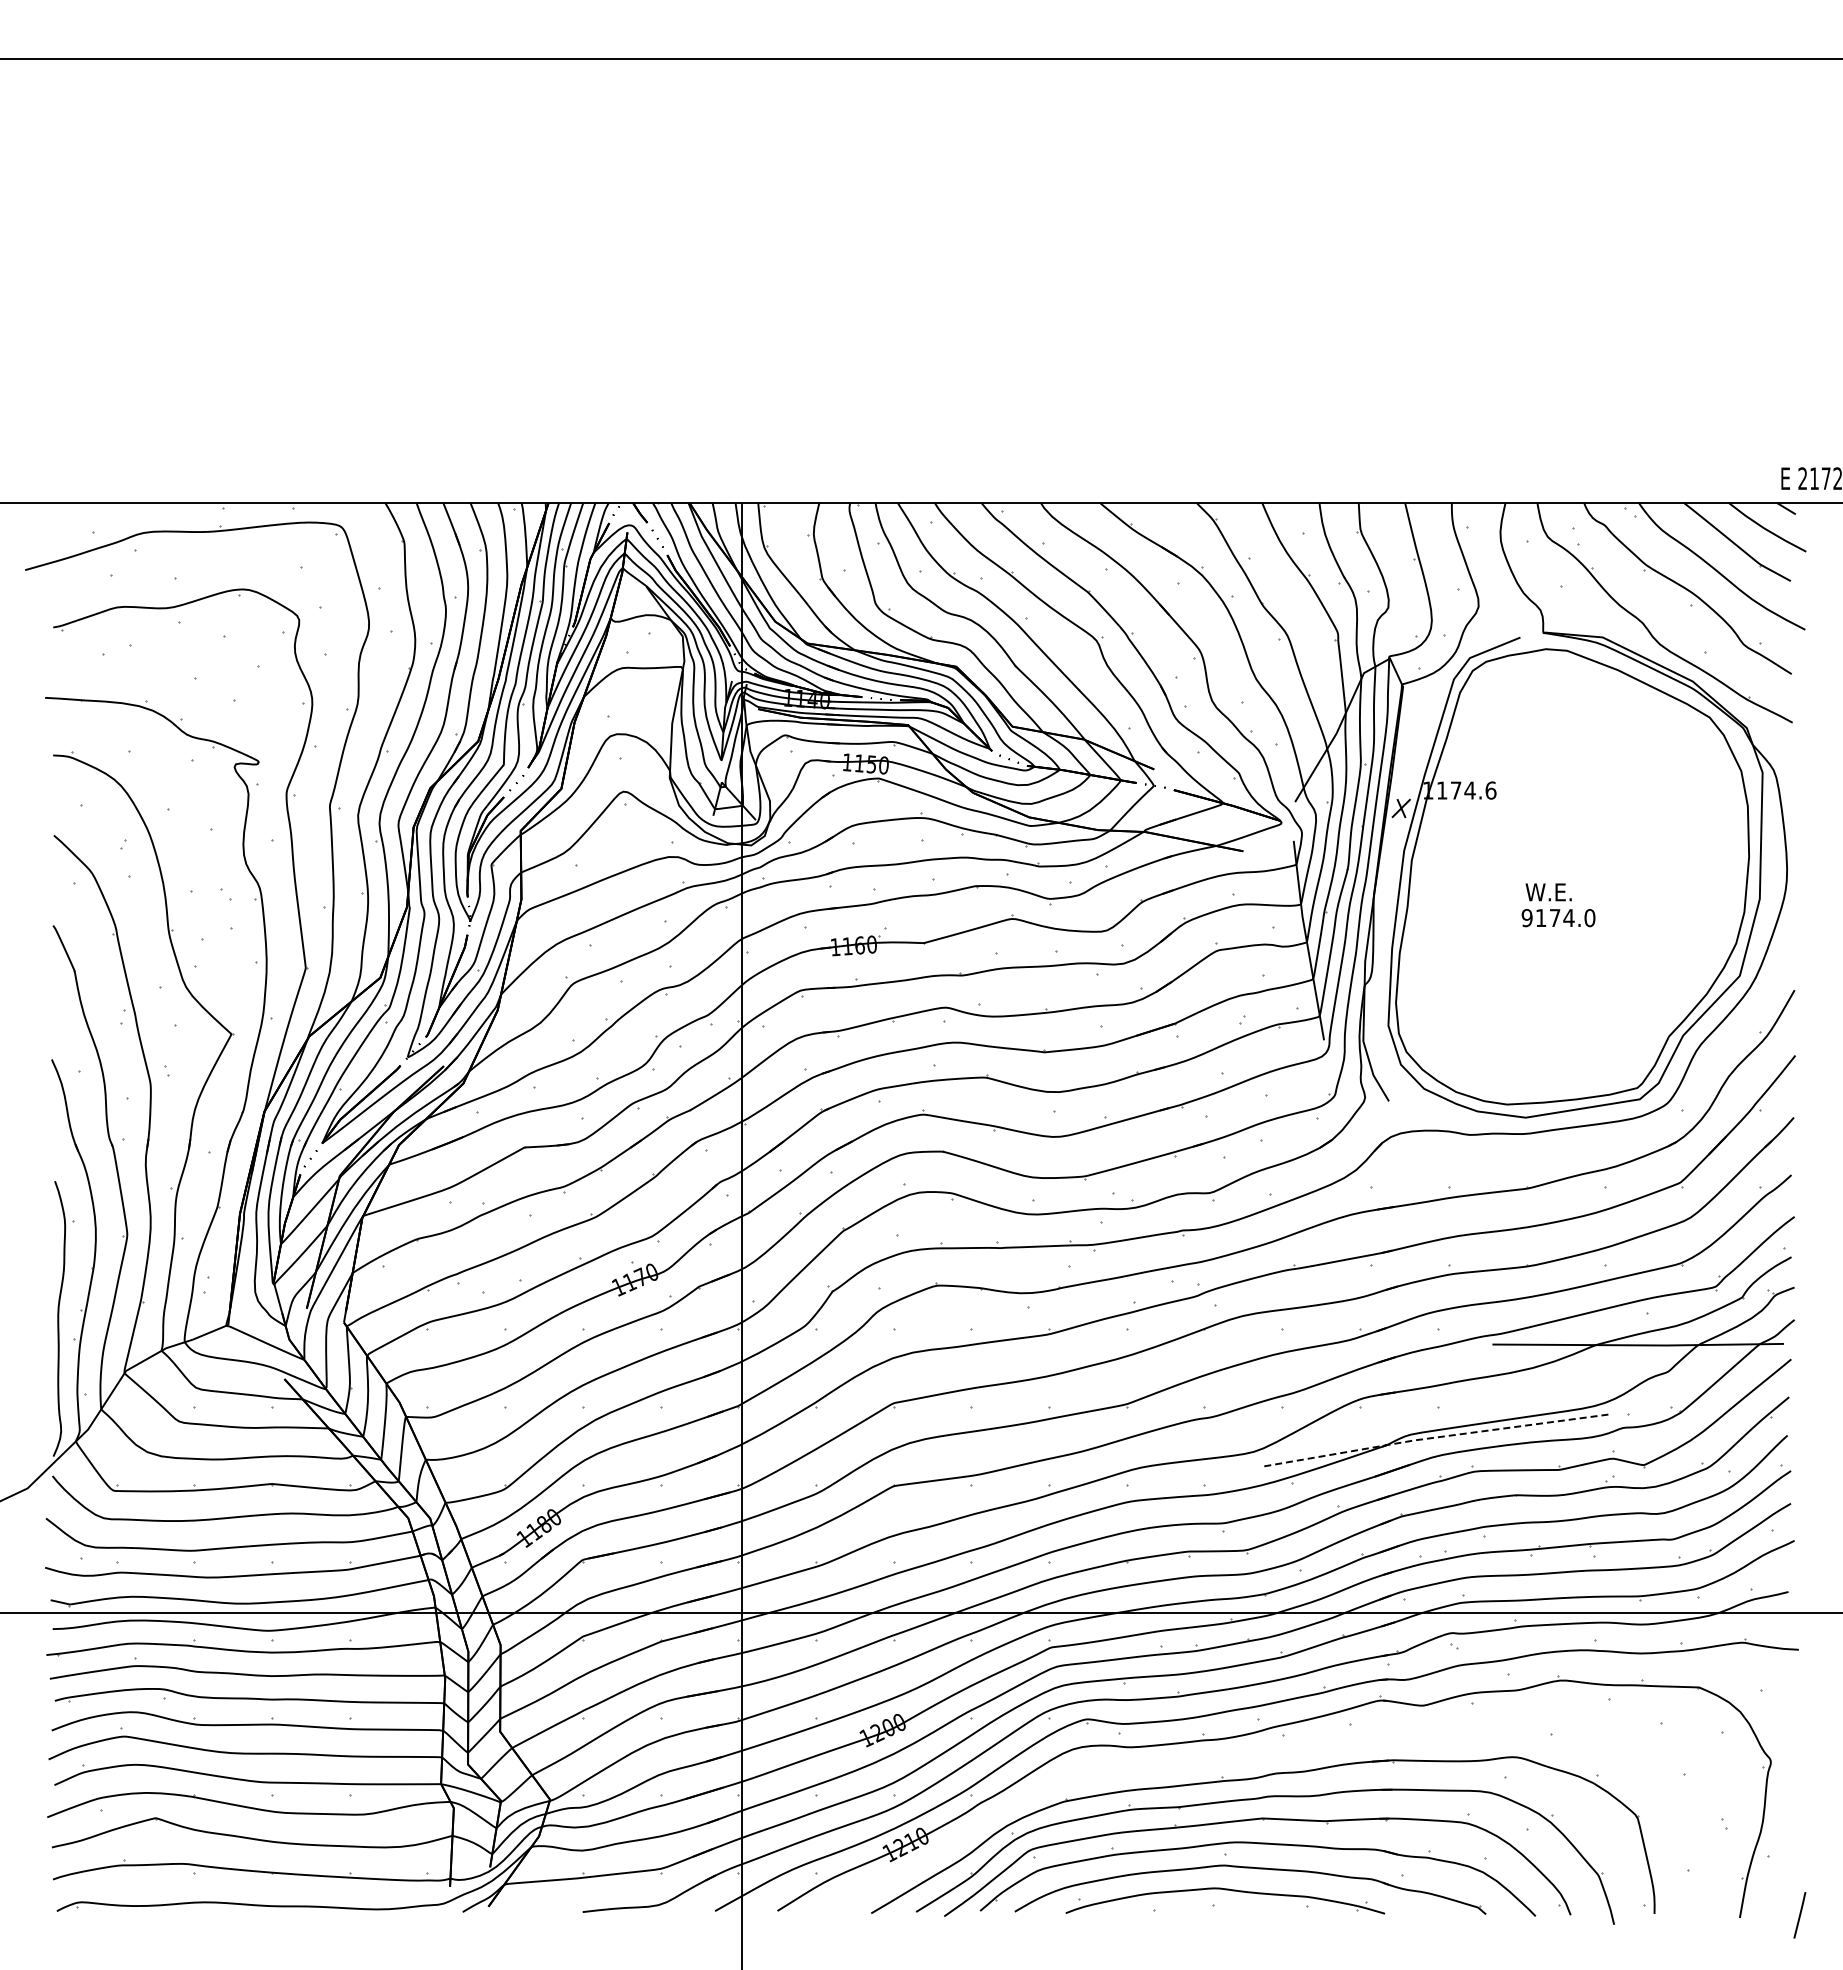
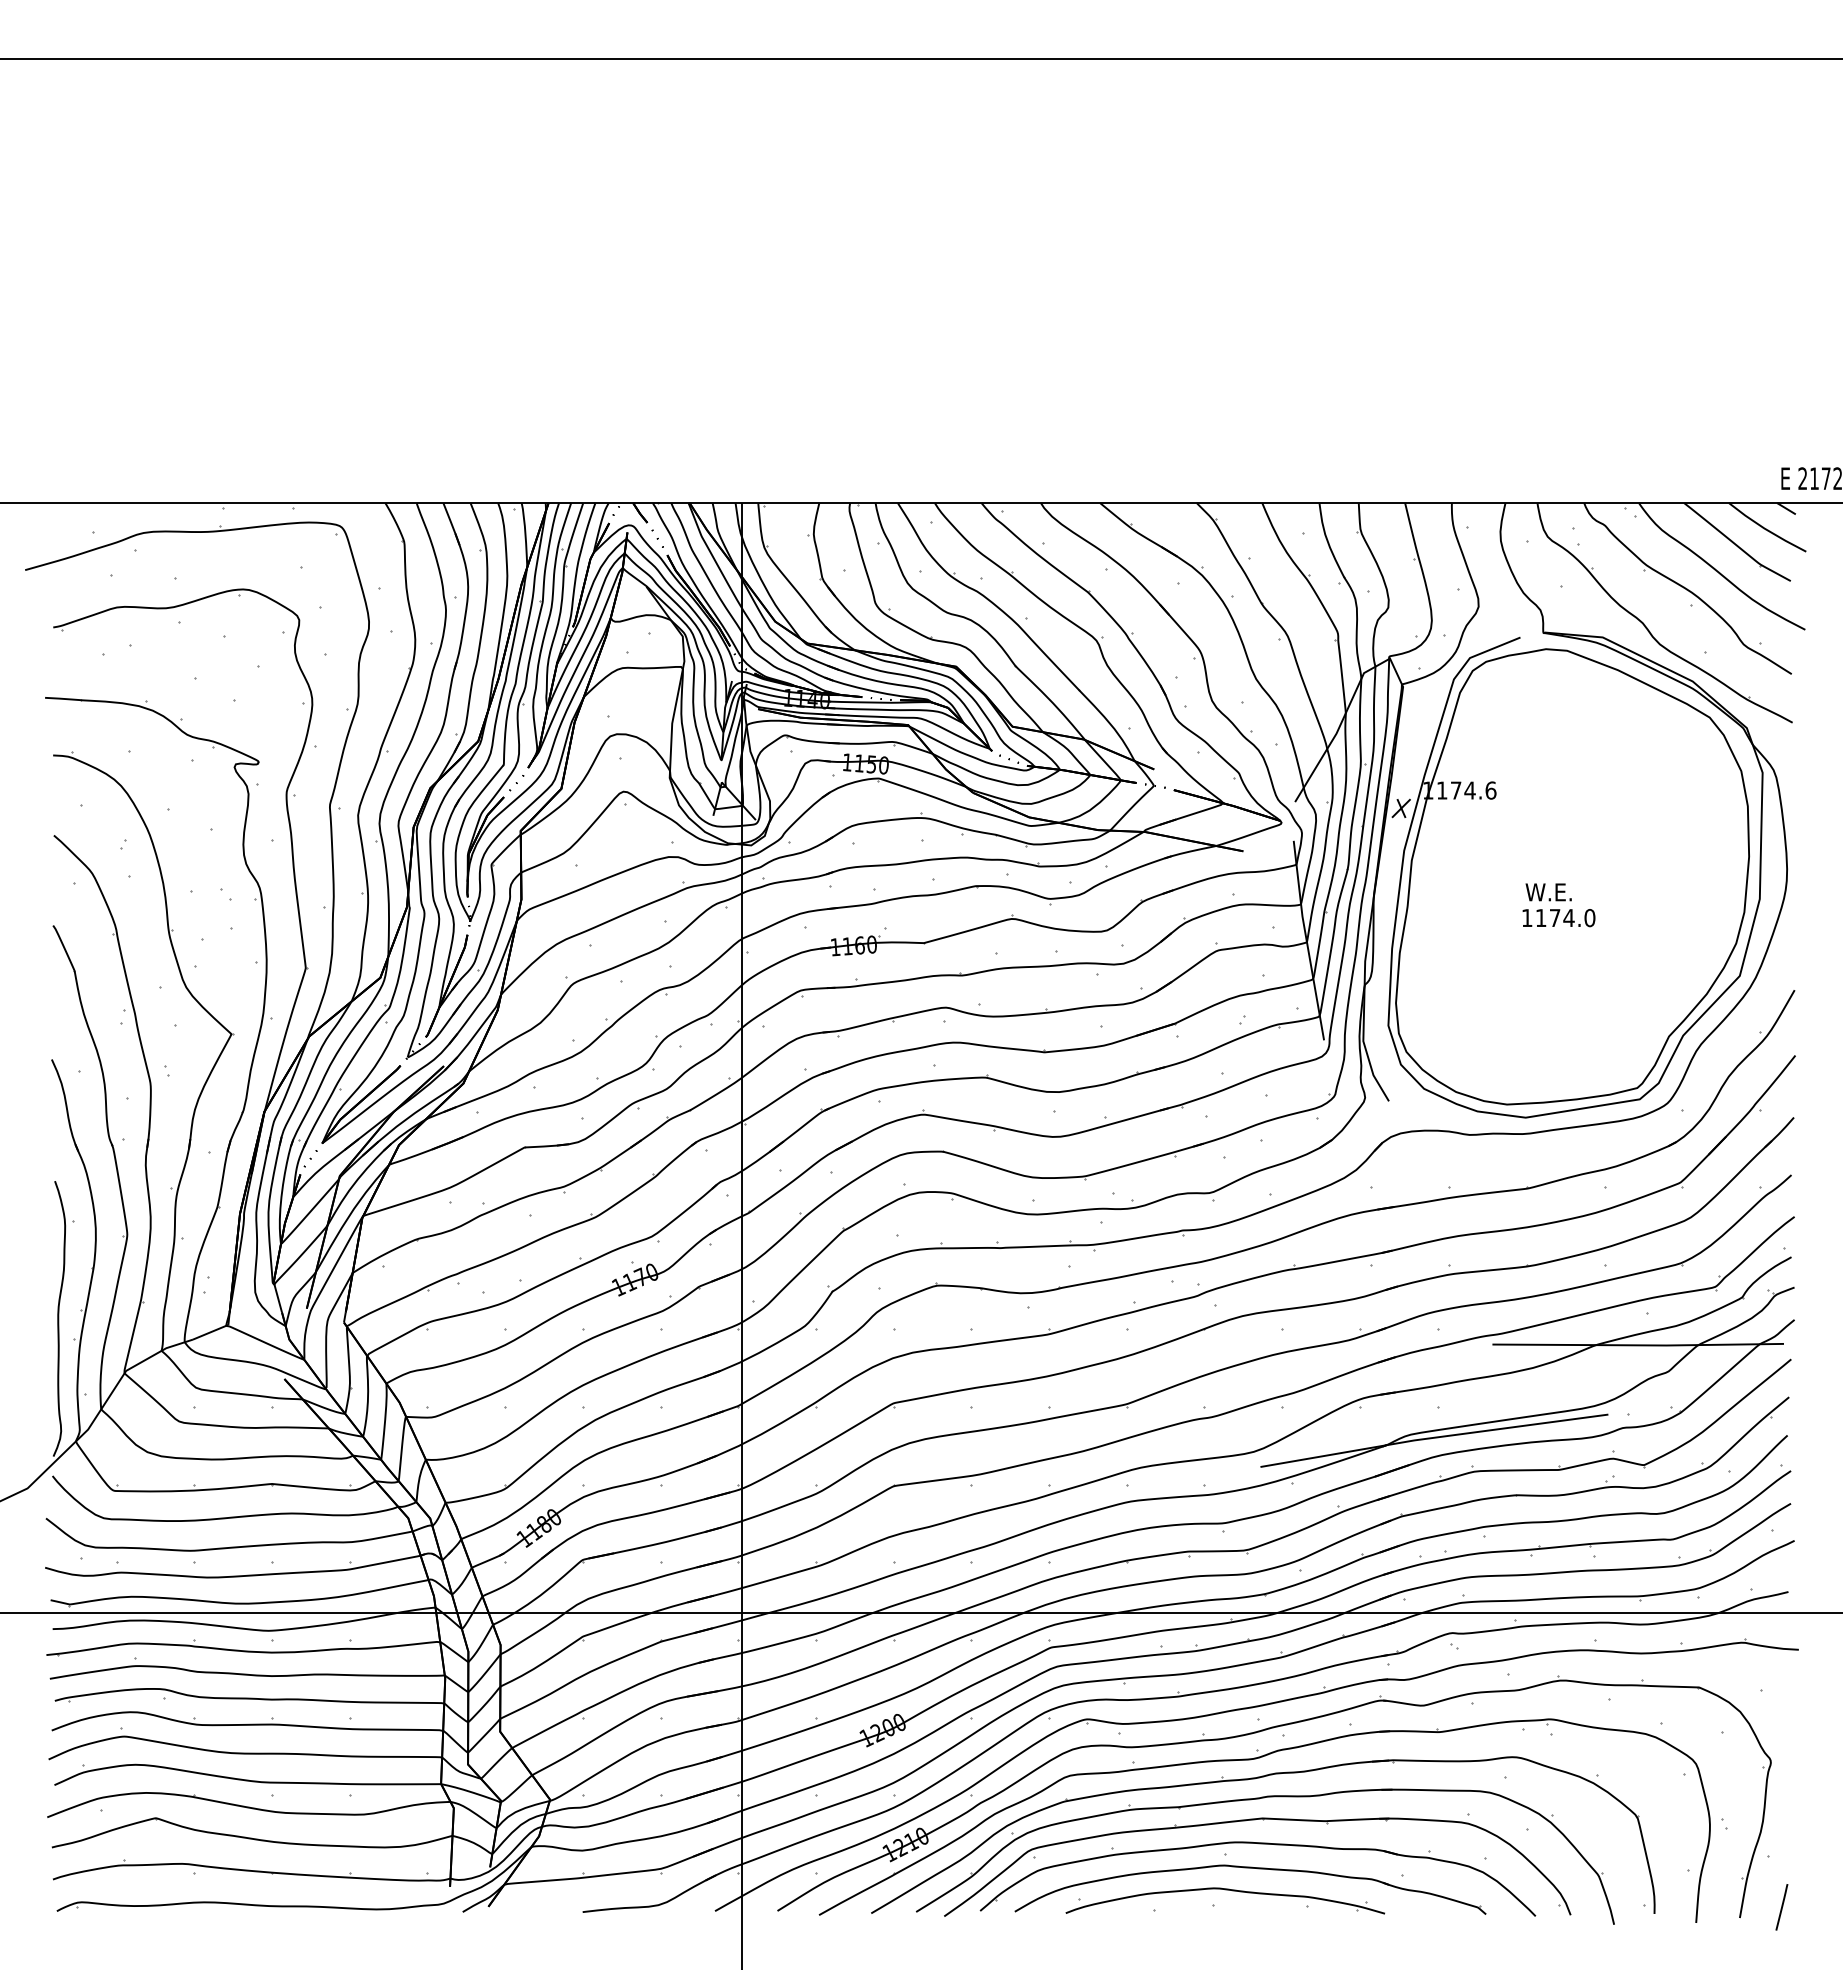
text at (1526, 918): 9174.0 -> 1174.0
line at (1433, 1437): dashed -> solid
part at (1256, 1759): none -> present
line at (1799, 1915) position: (1799, 1915) -> (1781, 1907)
